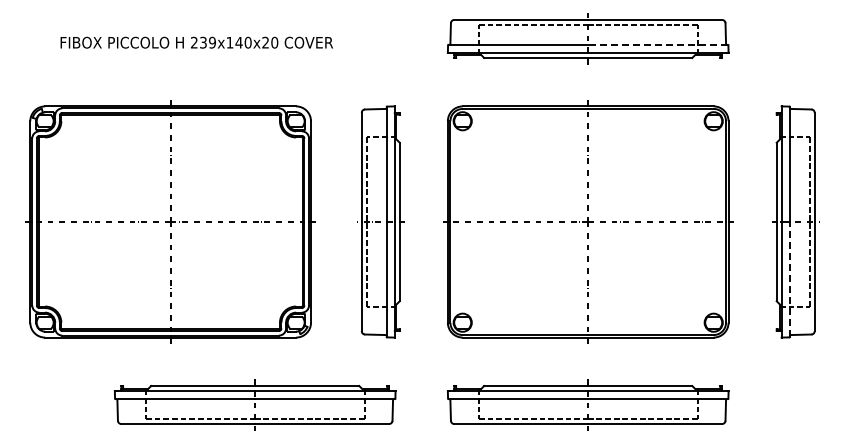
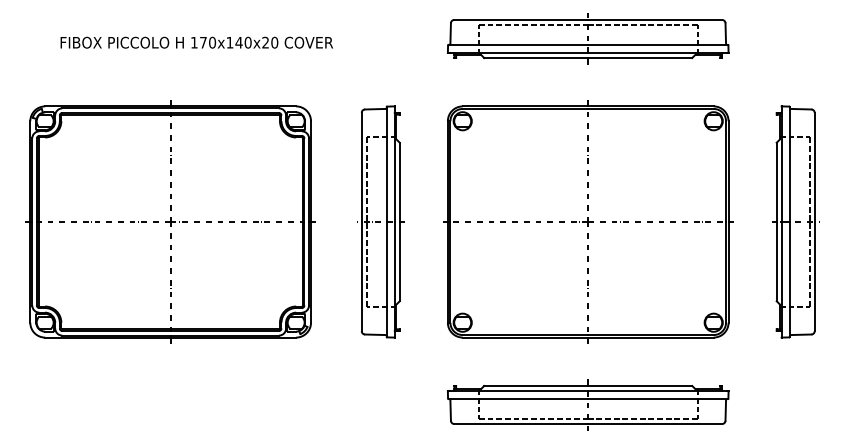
text at (203, 42): 239x140x20 -> 170x140x20
line at (657, 44): dashed -> solid
line at (789, 278): dashed -> solid
part at (255, 404): present -> none
